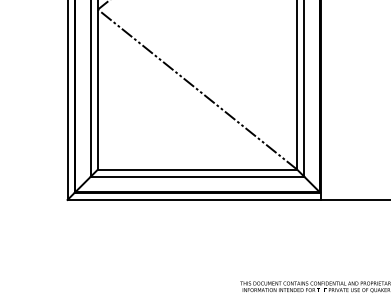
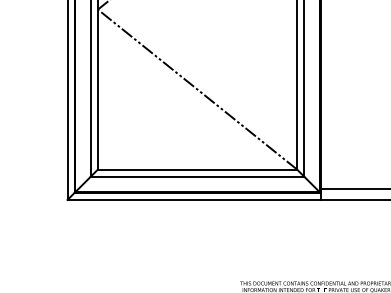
line at (353, 189): none -> present
